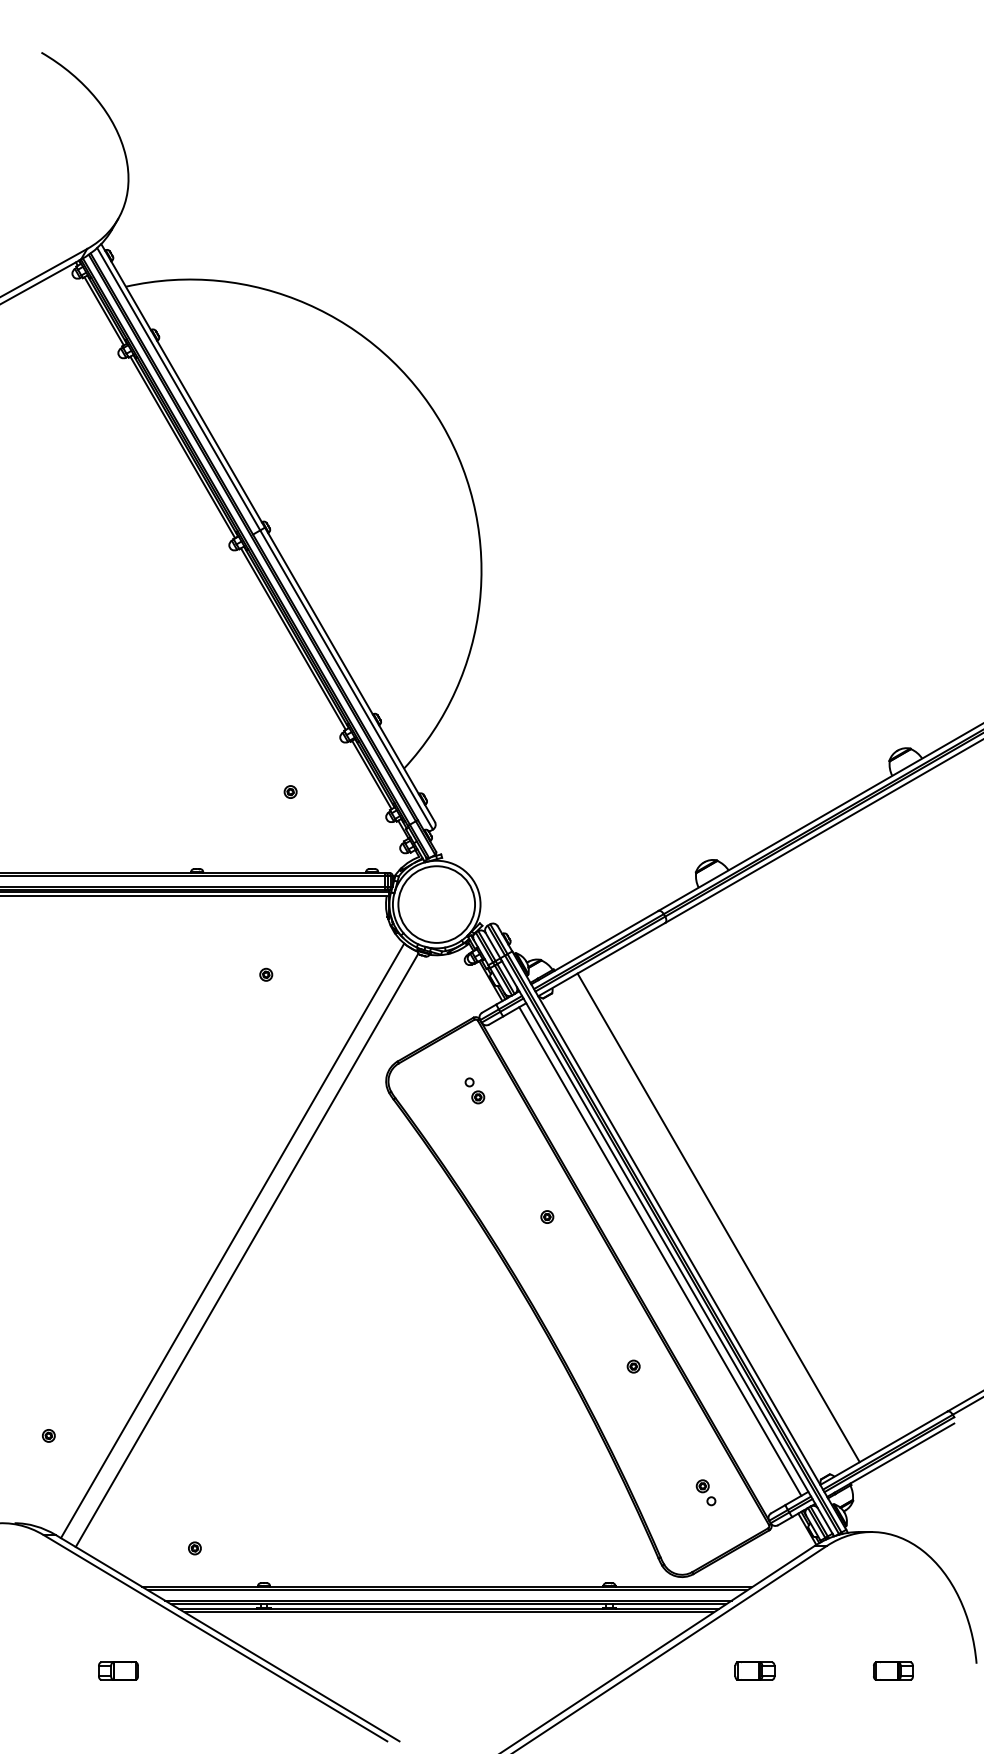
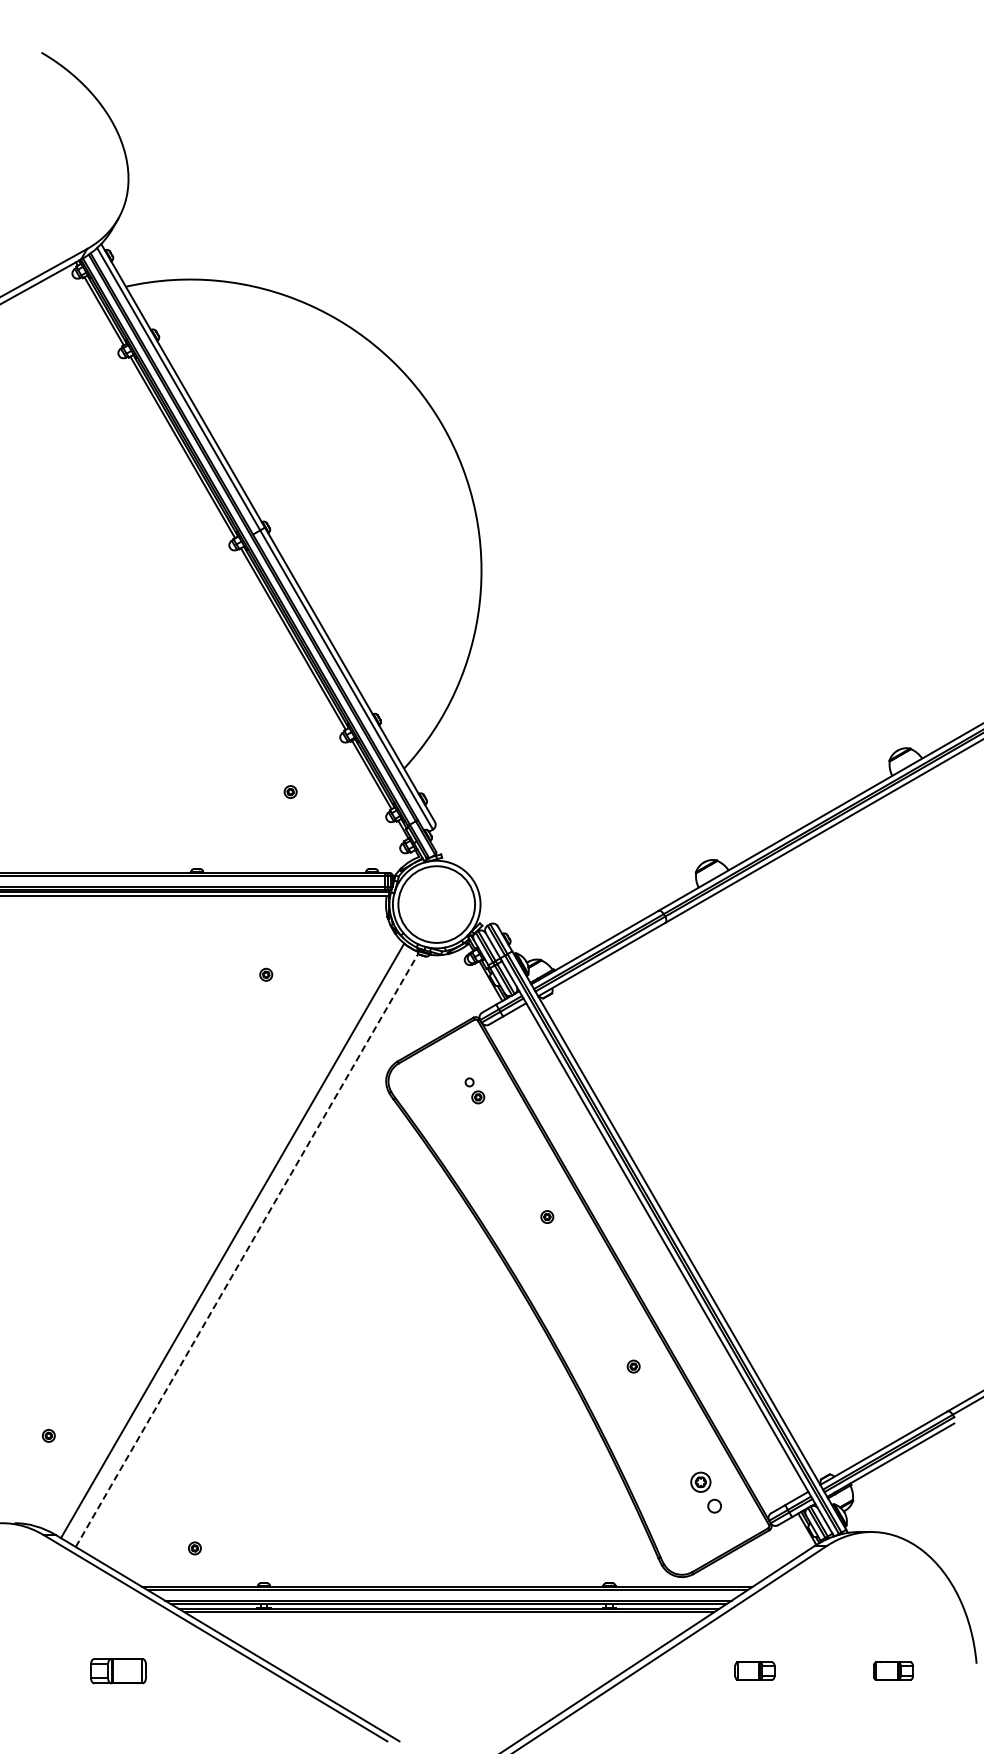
line at (718, 1217): present -> none
line at (247, 1250): solid -> dashed
line at (660, 1251): present -> none
part at (705, 1492) size: 22x28 px -> 32x43 px
part at (118, 1670) size: 41x20 px -> 57x27 px
